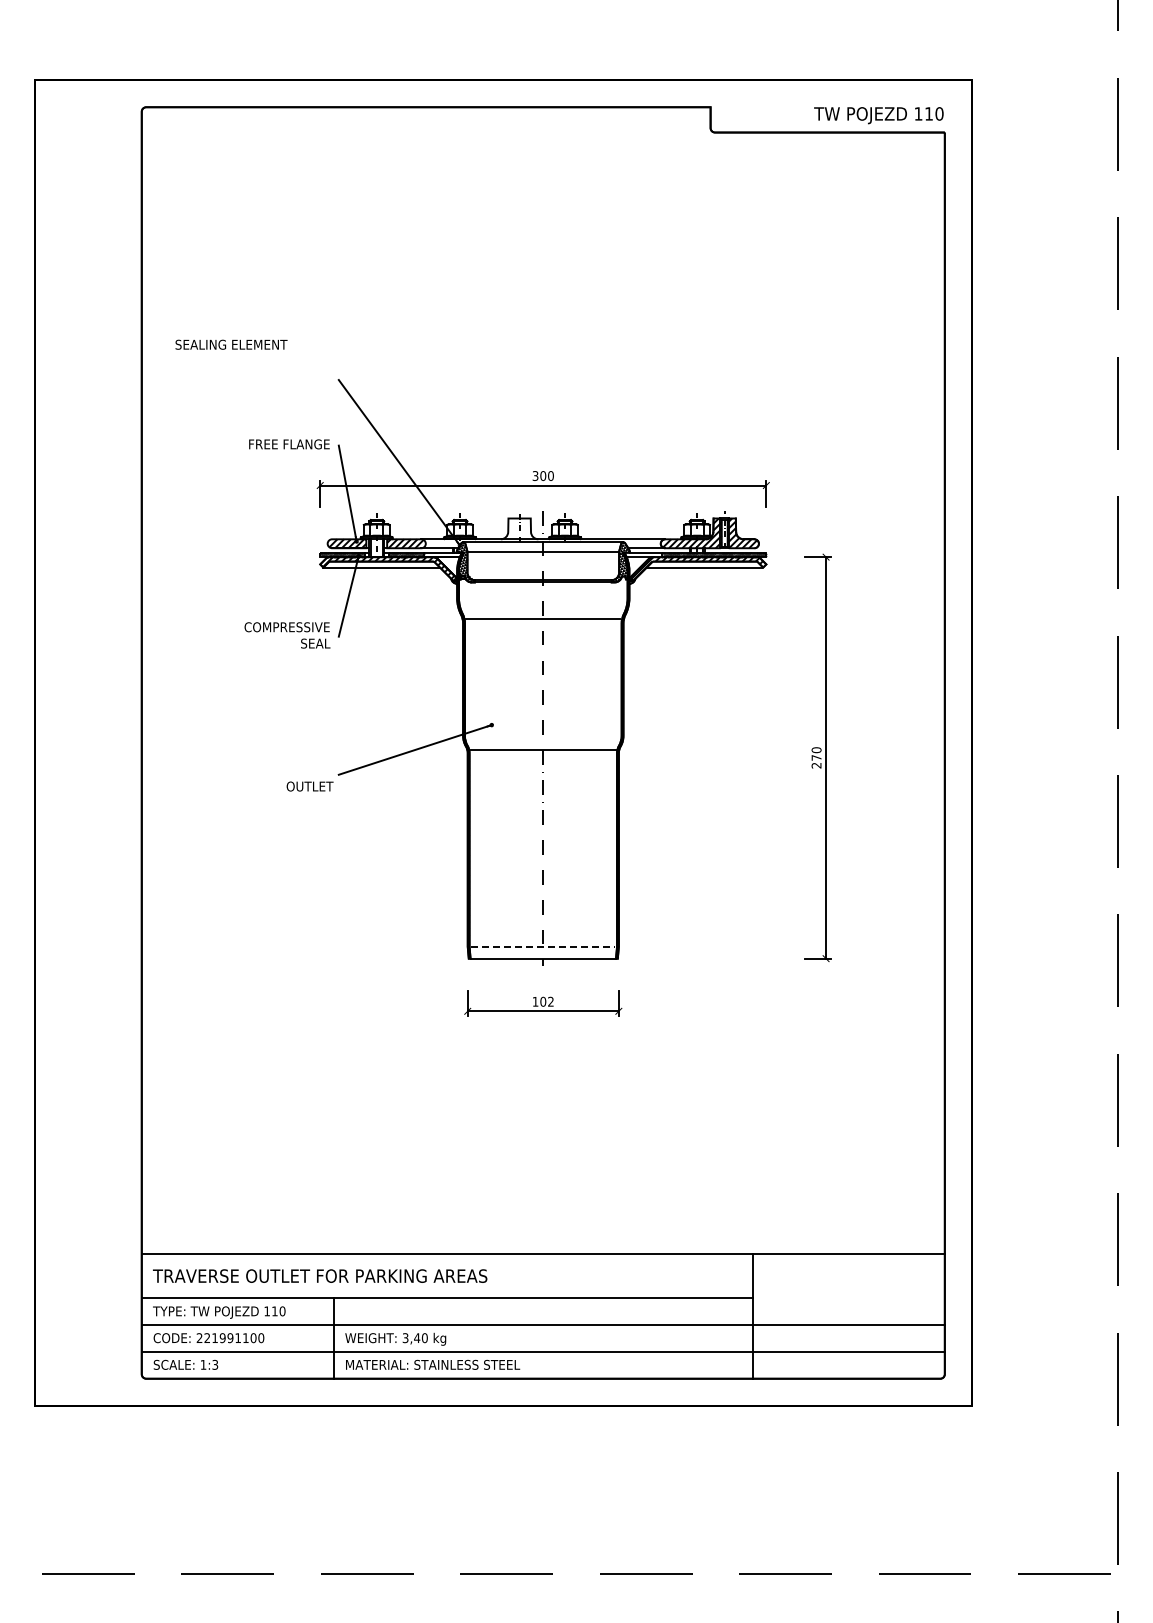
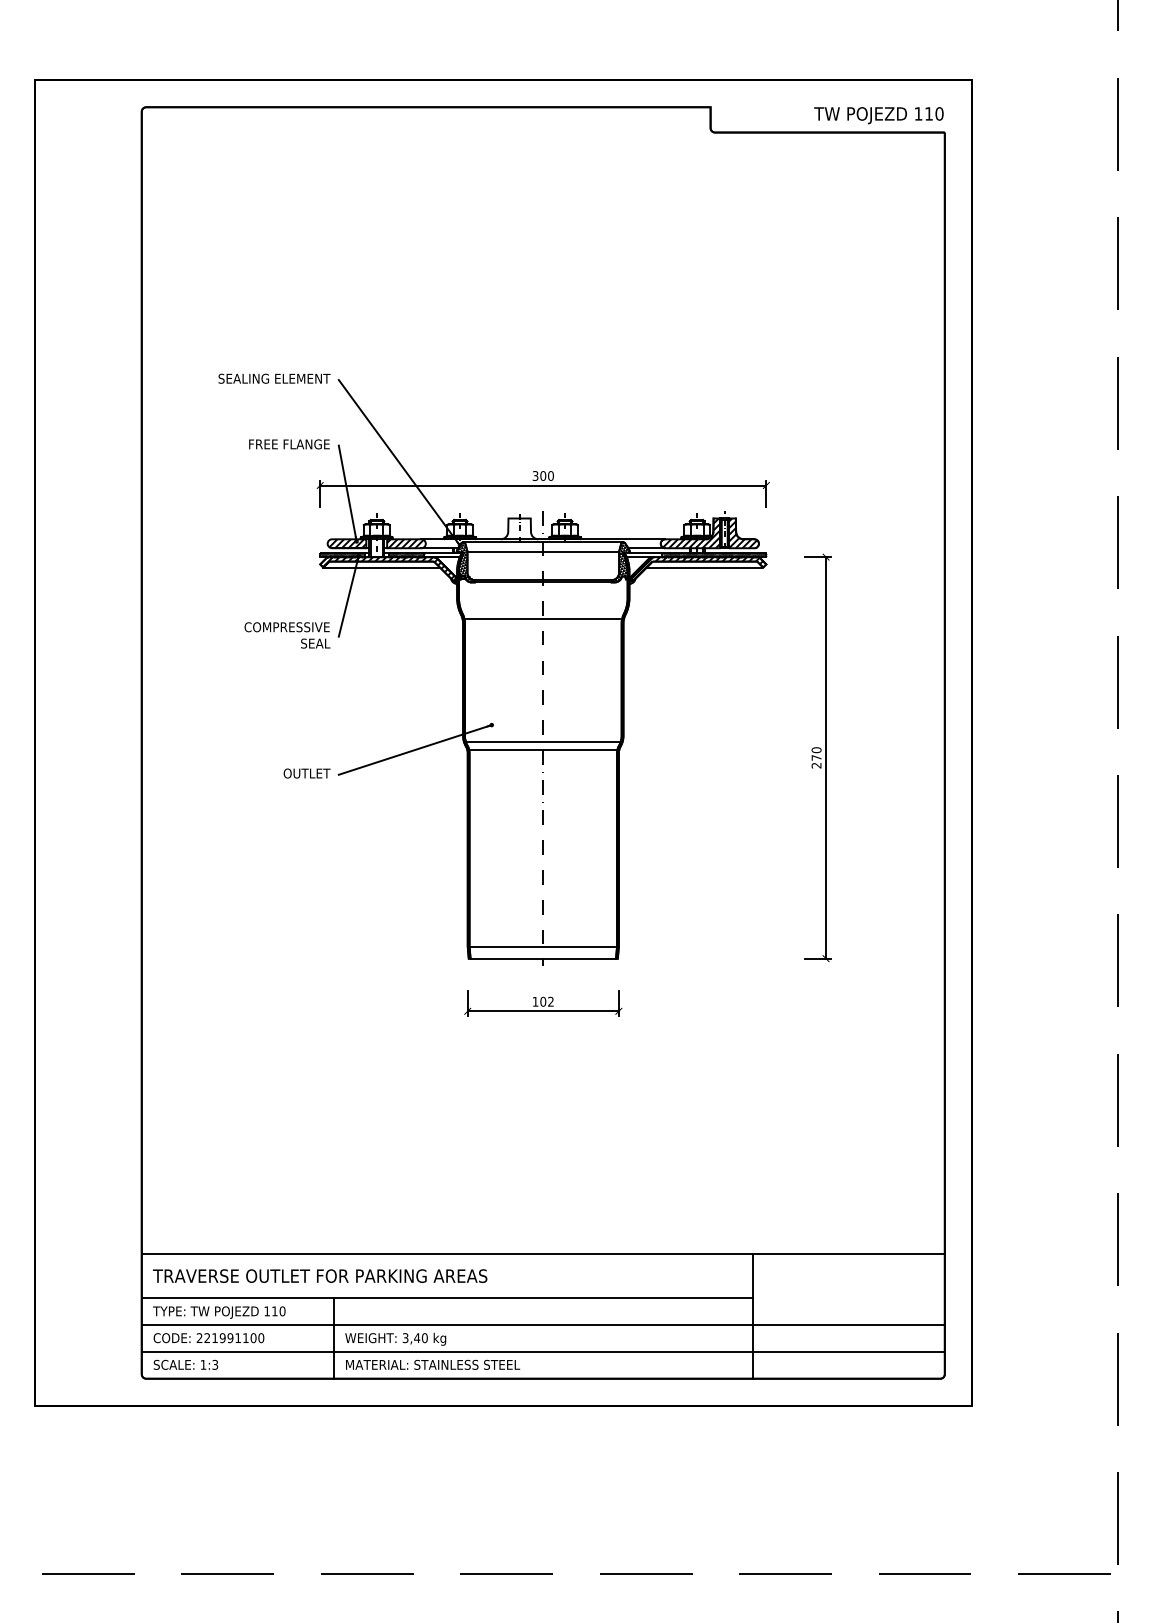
text at (231, 344) position: (231, 344) -> (274, 378)
line at (542, 741): none -> present
text at (309, 786) position: (309, 786) -> (306, 773)
line at (543, 946): dashed -> solid
